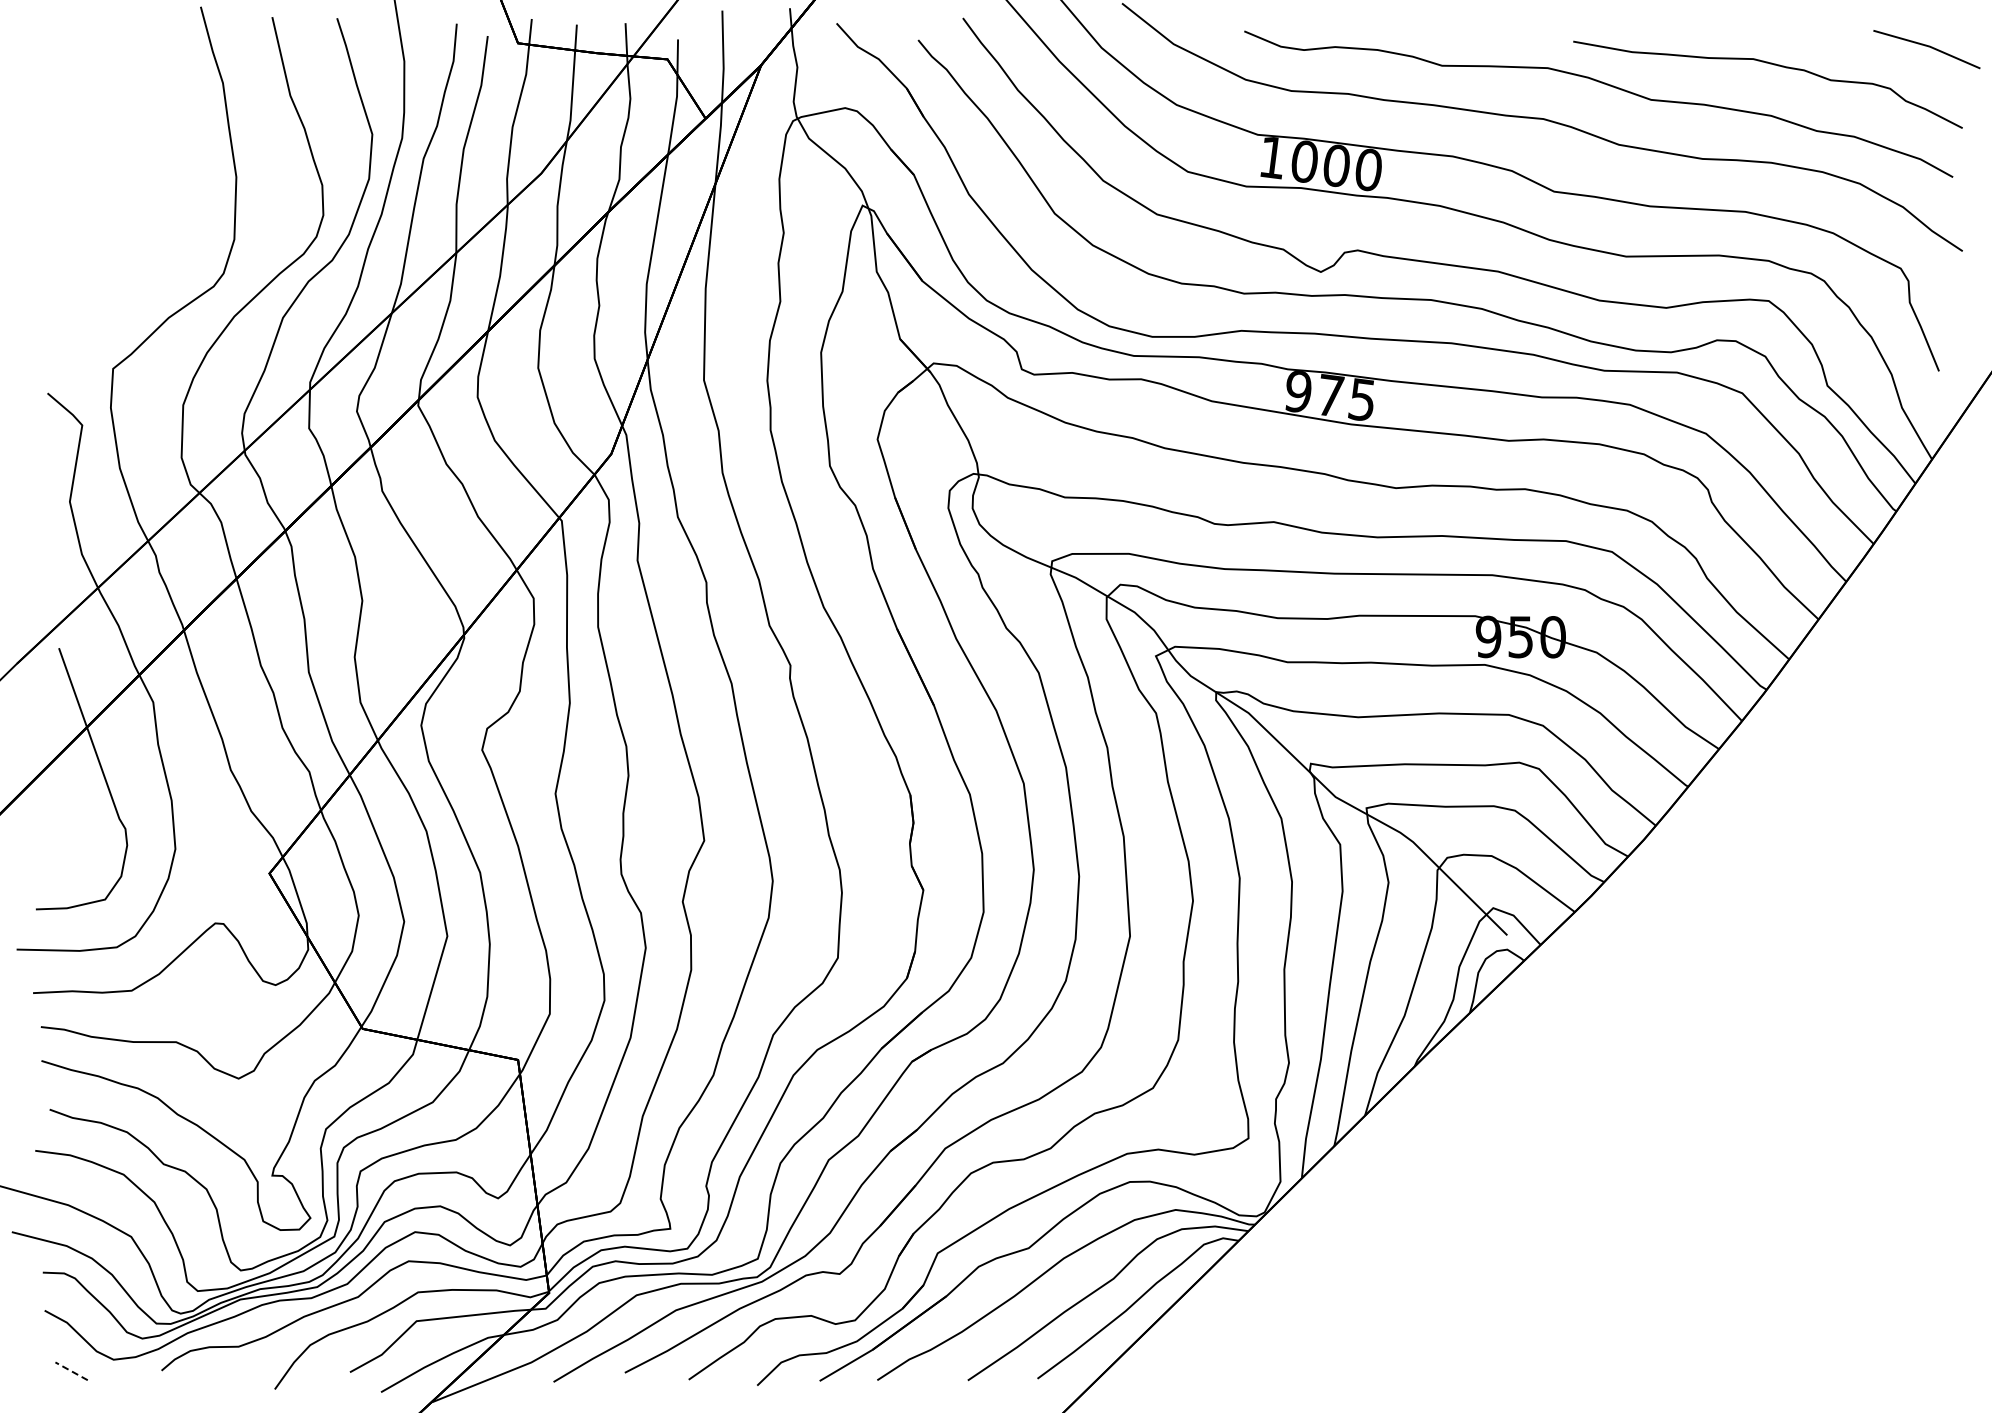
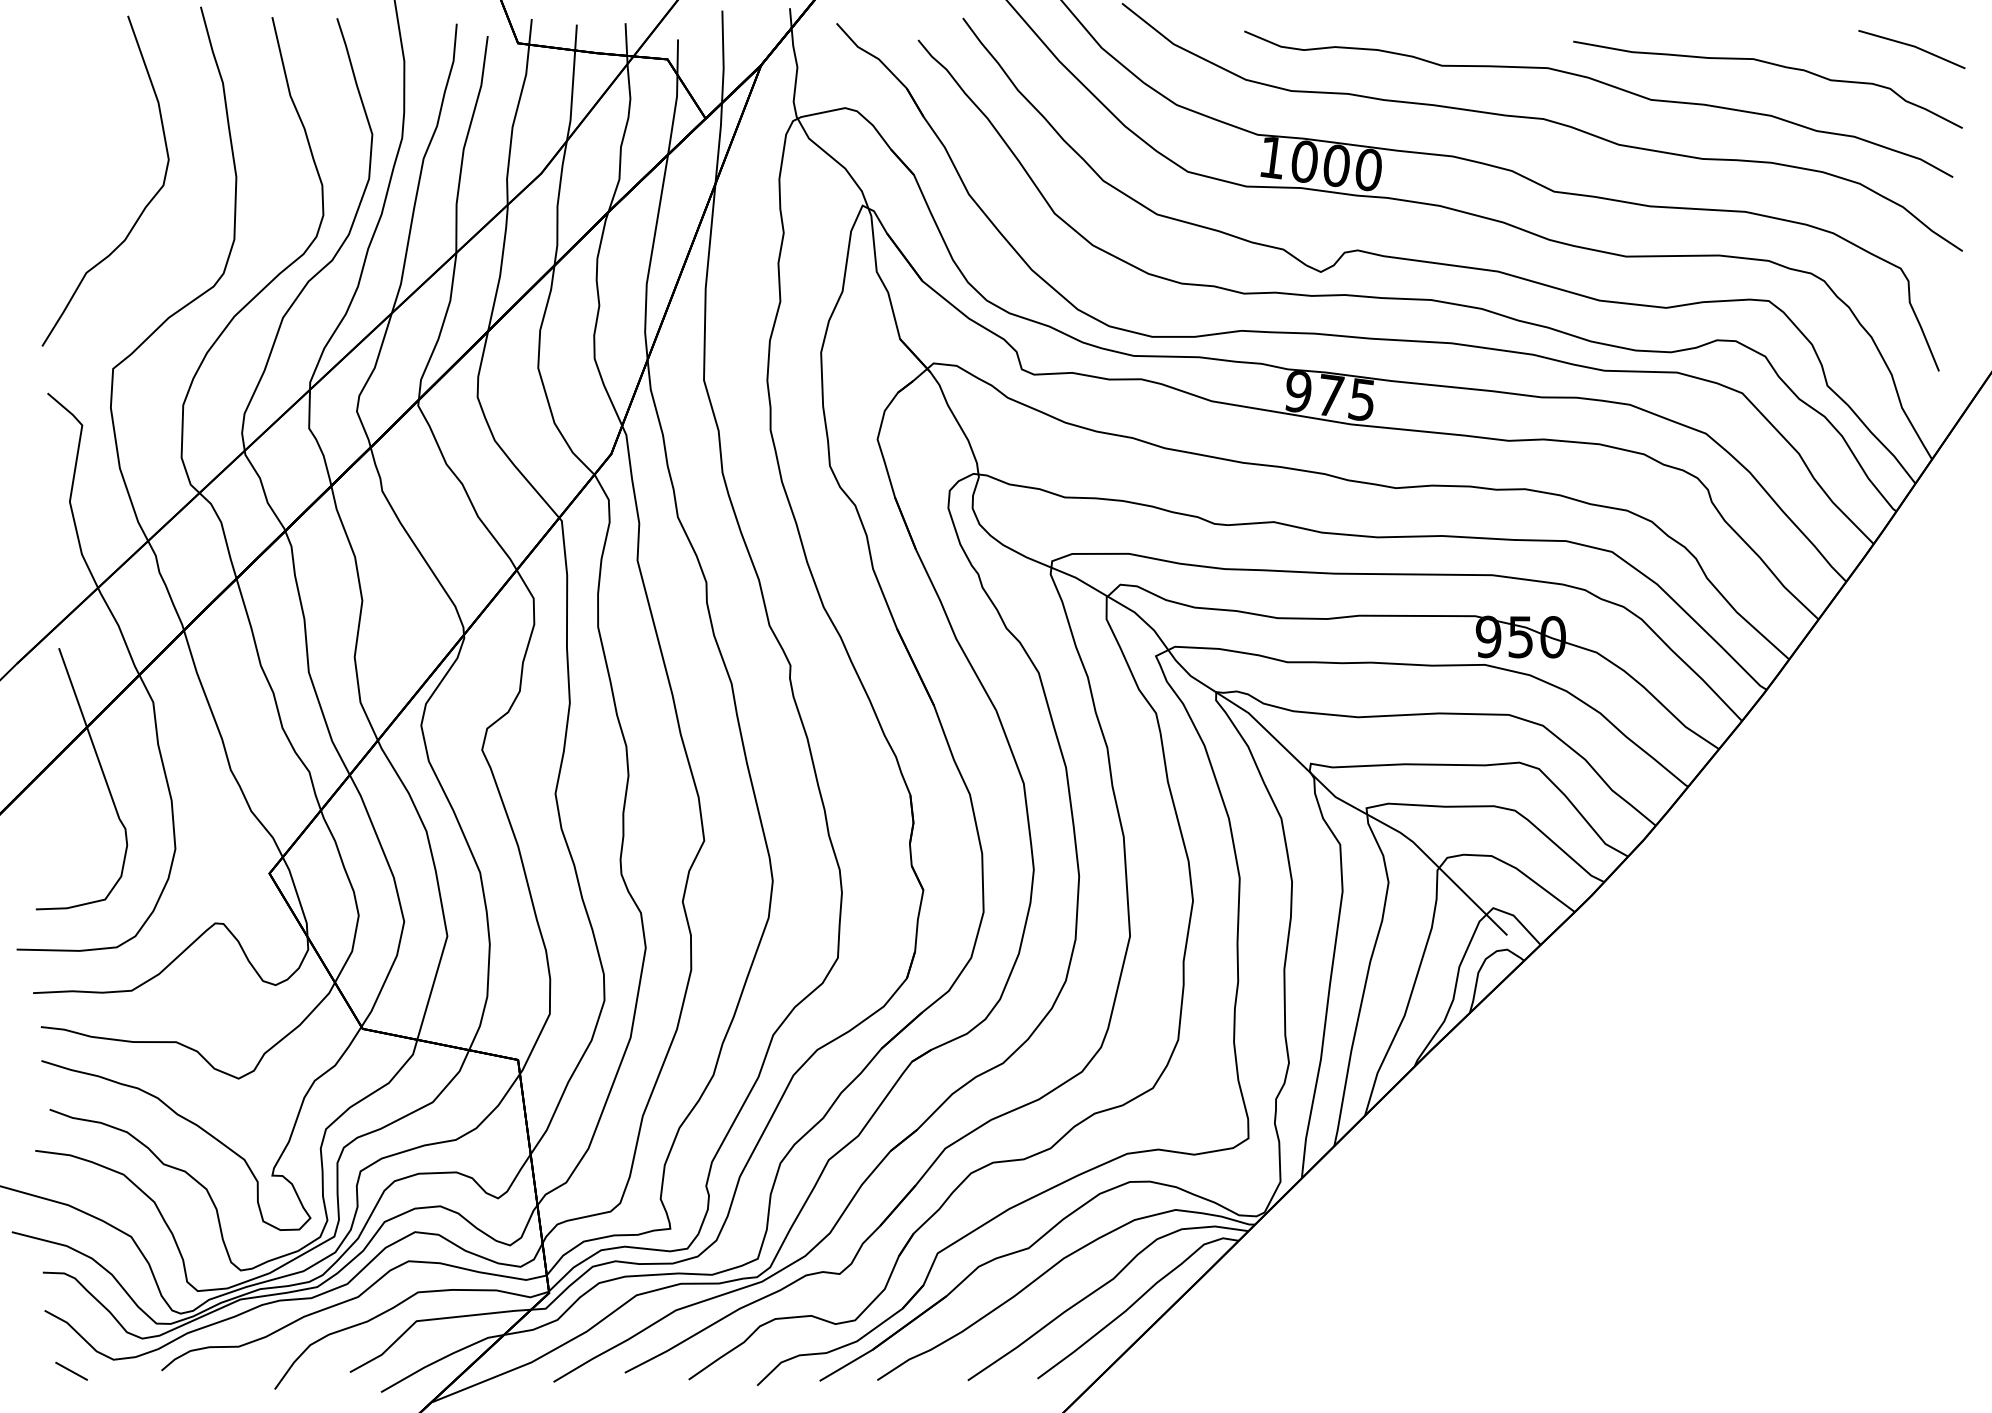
line at (1928, 47) position: (1928, 47) -> (1913, 47)
curve at (143, 208): none -> present
line at (71, 1371): dashed -> solid
